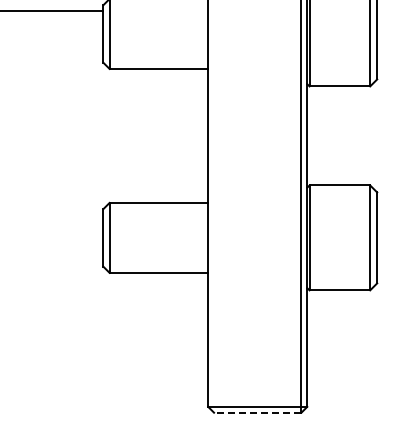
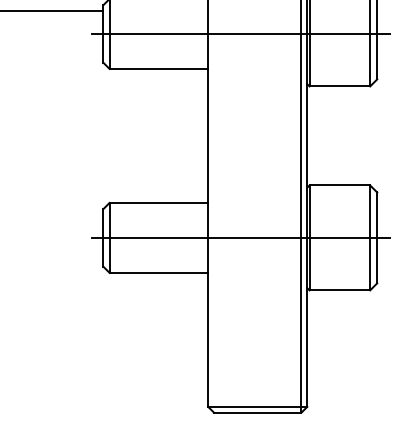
line at (240, 33): none -> present
line at (240, 237): none -> present
line at (257, 412): dashed -> solid
